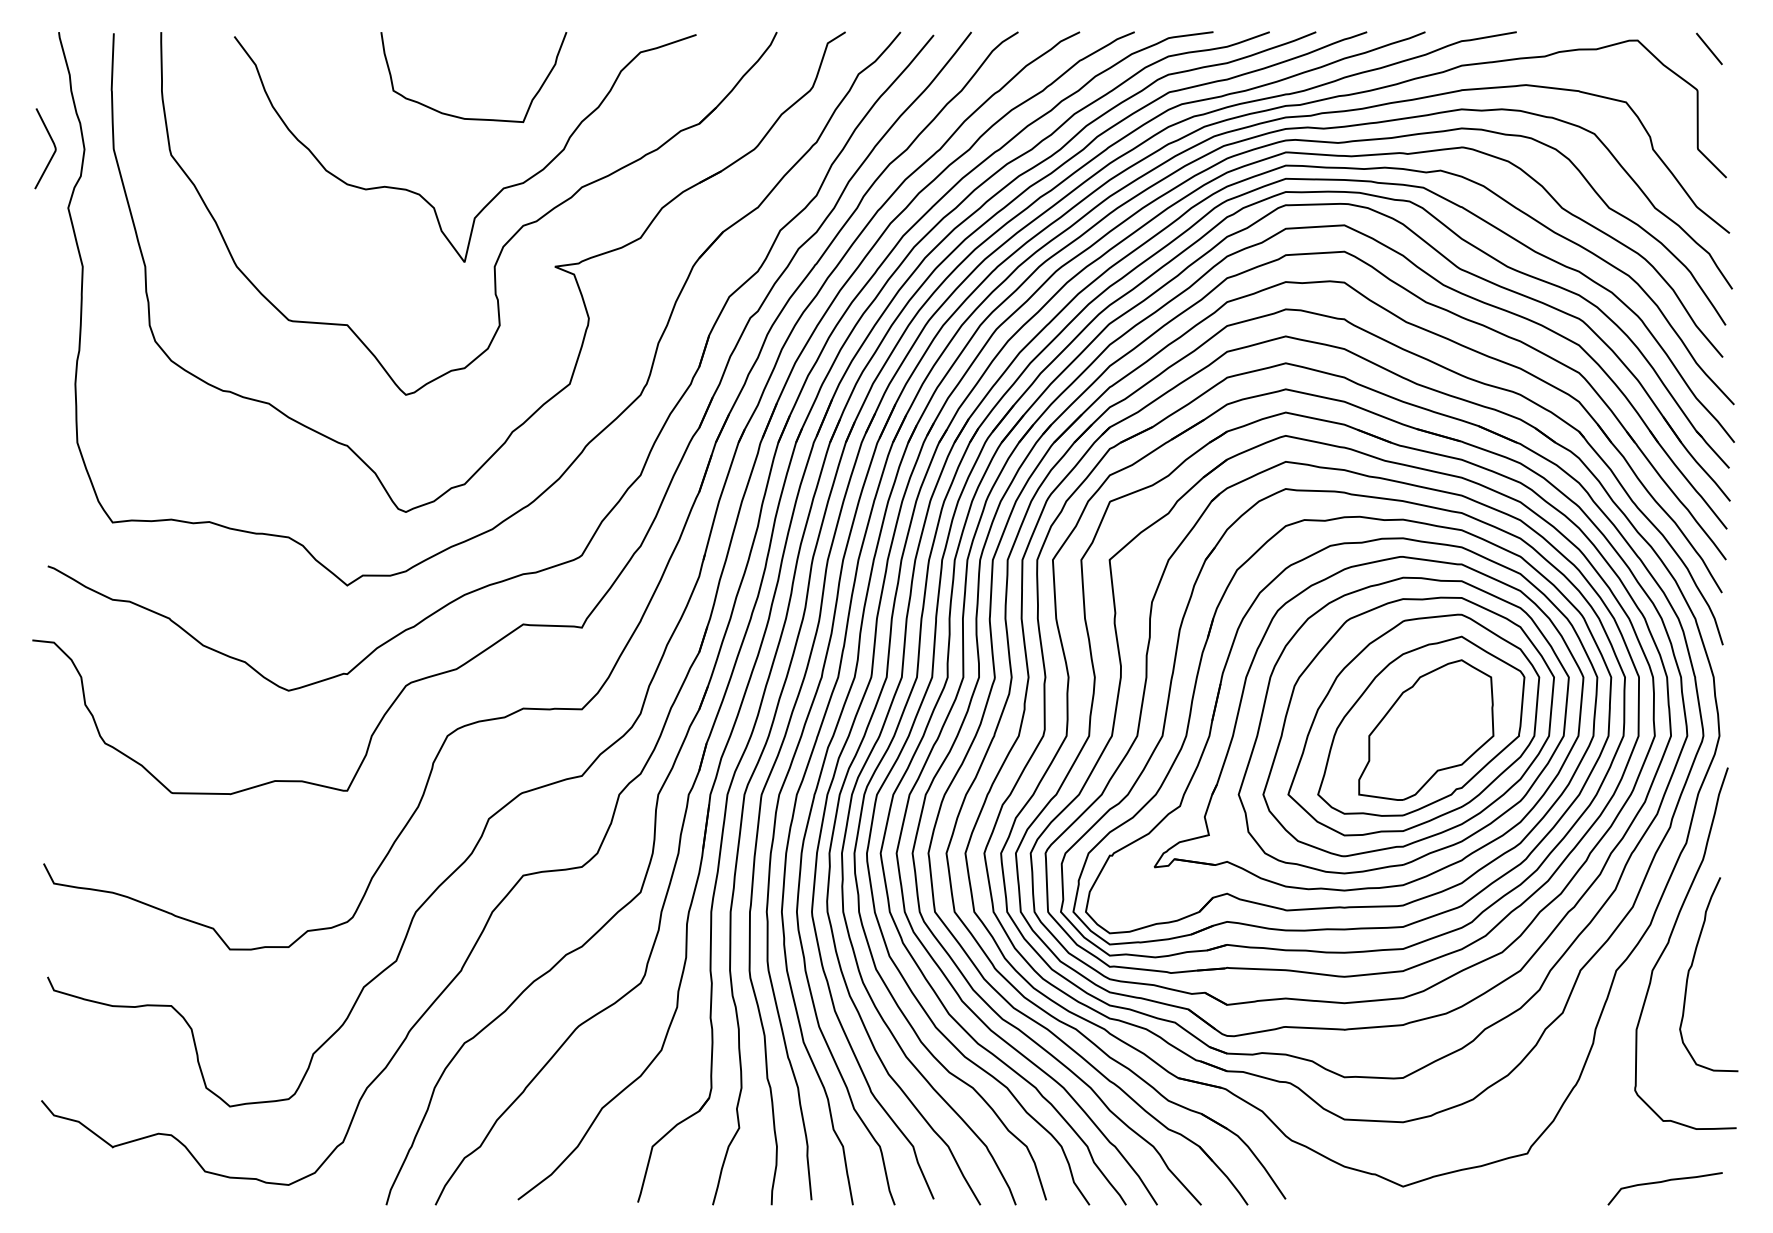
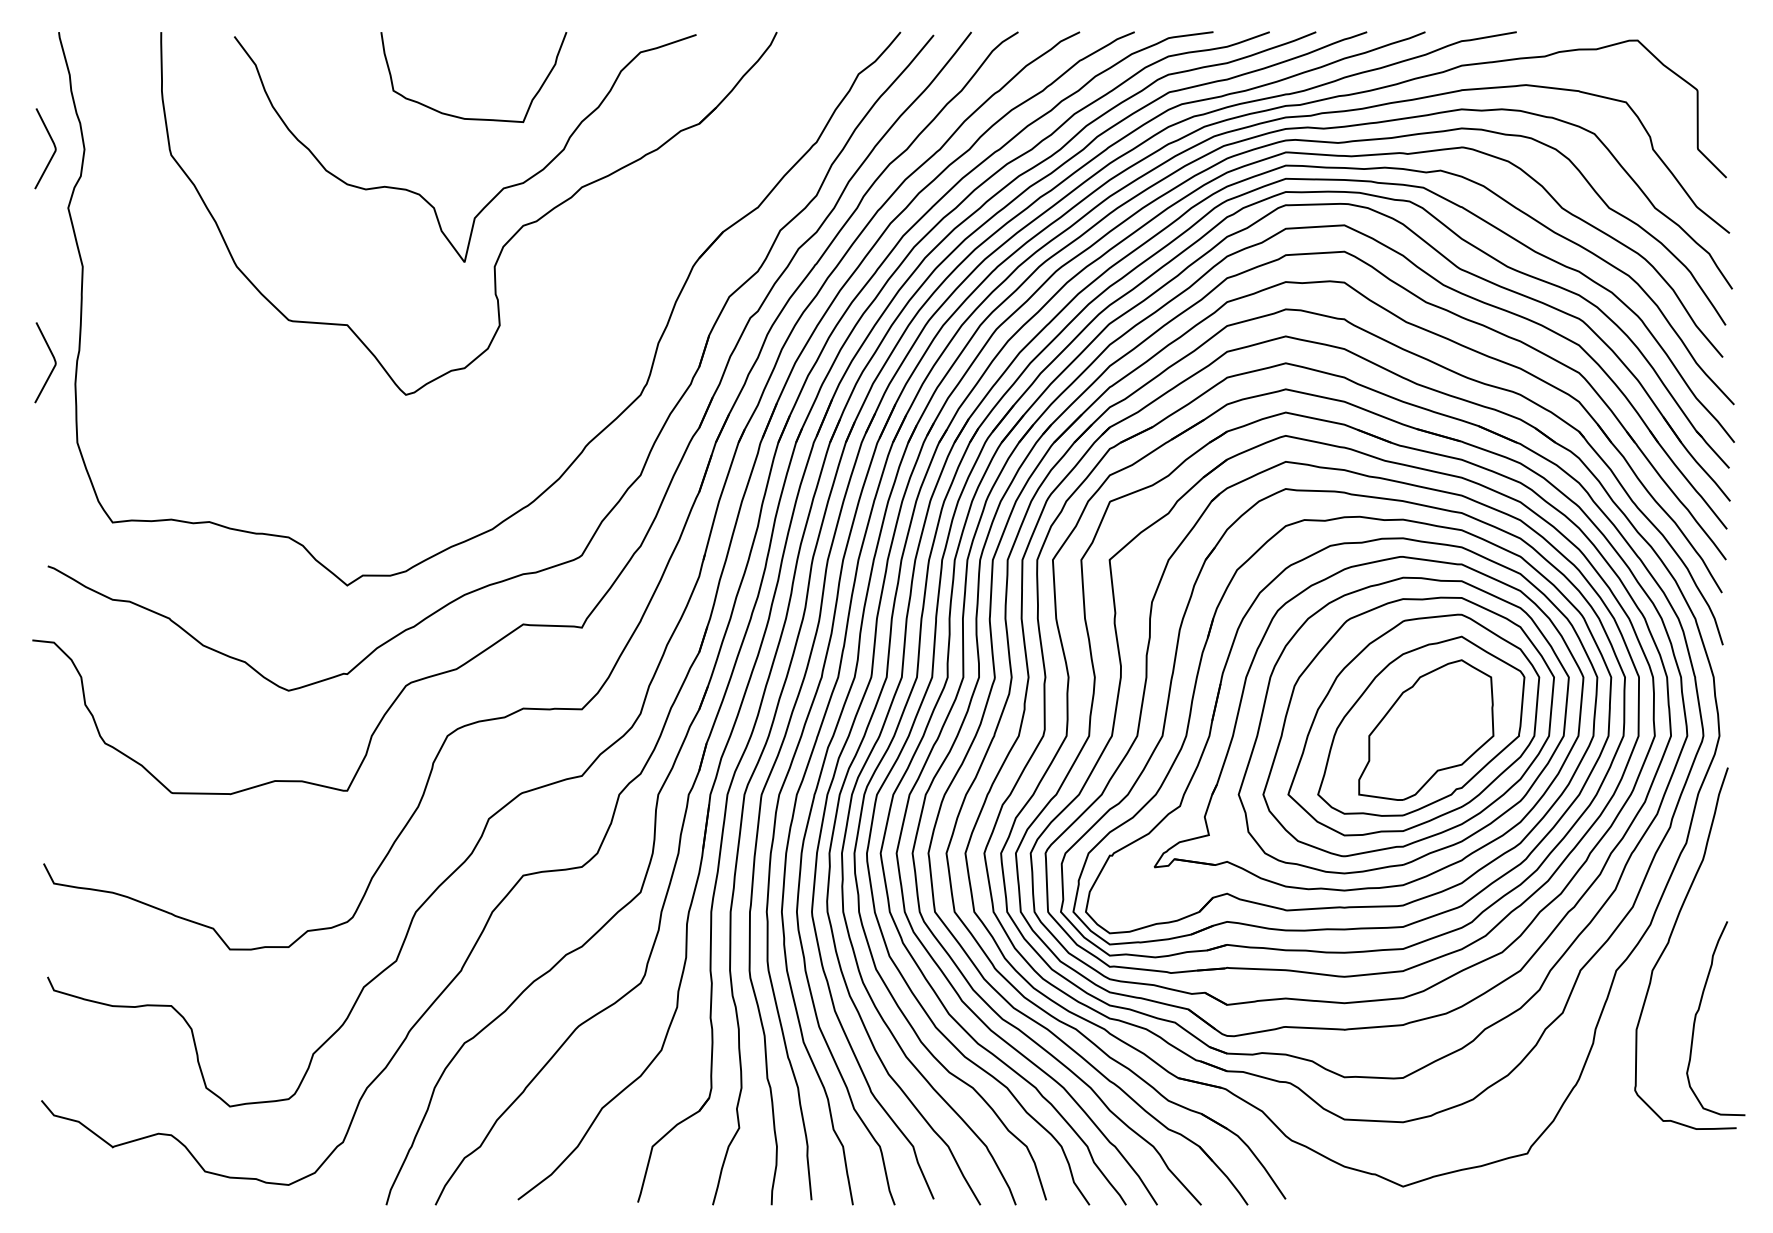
line at (1709, 48): present -> none
part at (554, 267): present -> none
curve at (53, 359): none -> present
curve at (1692, 966) position: (1692, 966) -> (1699, 1010)
curve at (1664, 1182): present -> none
